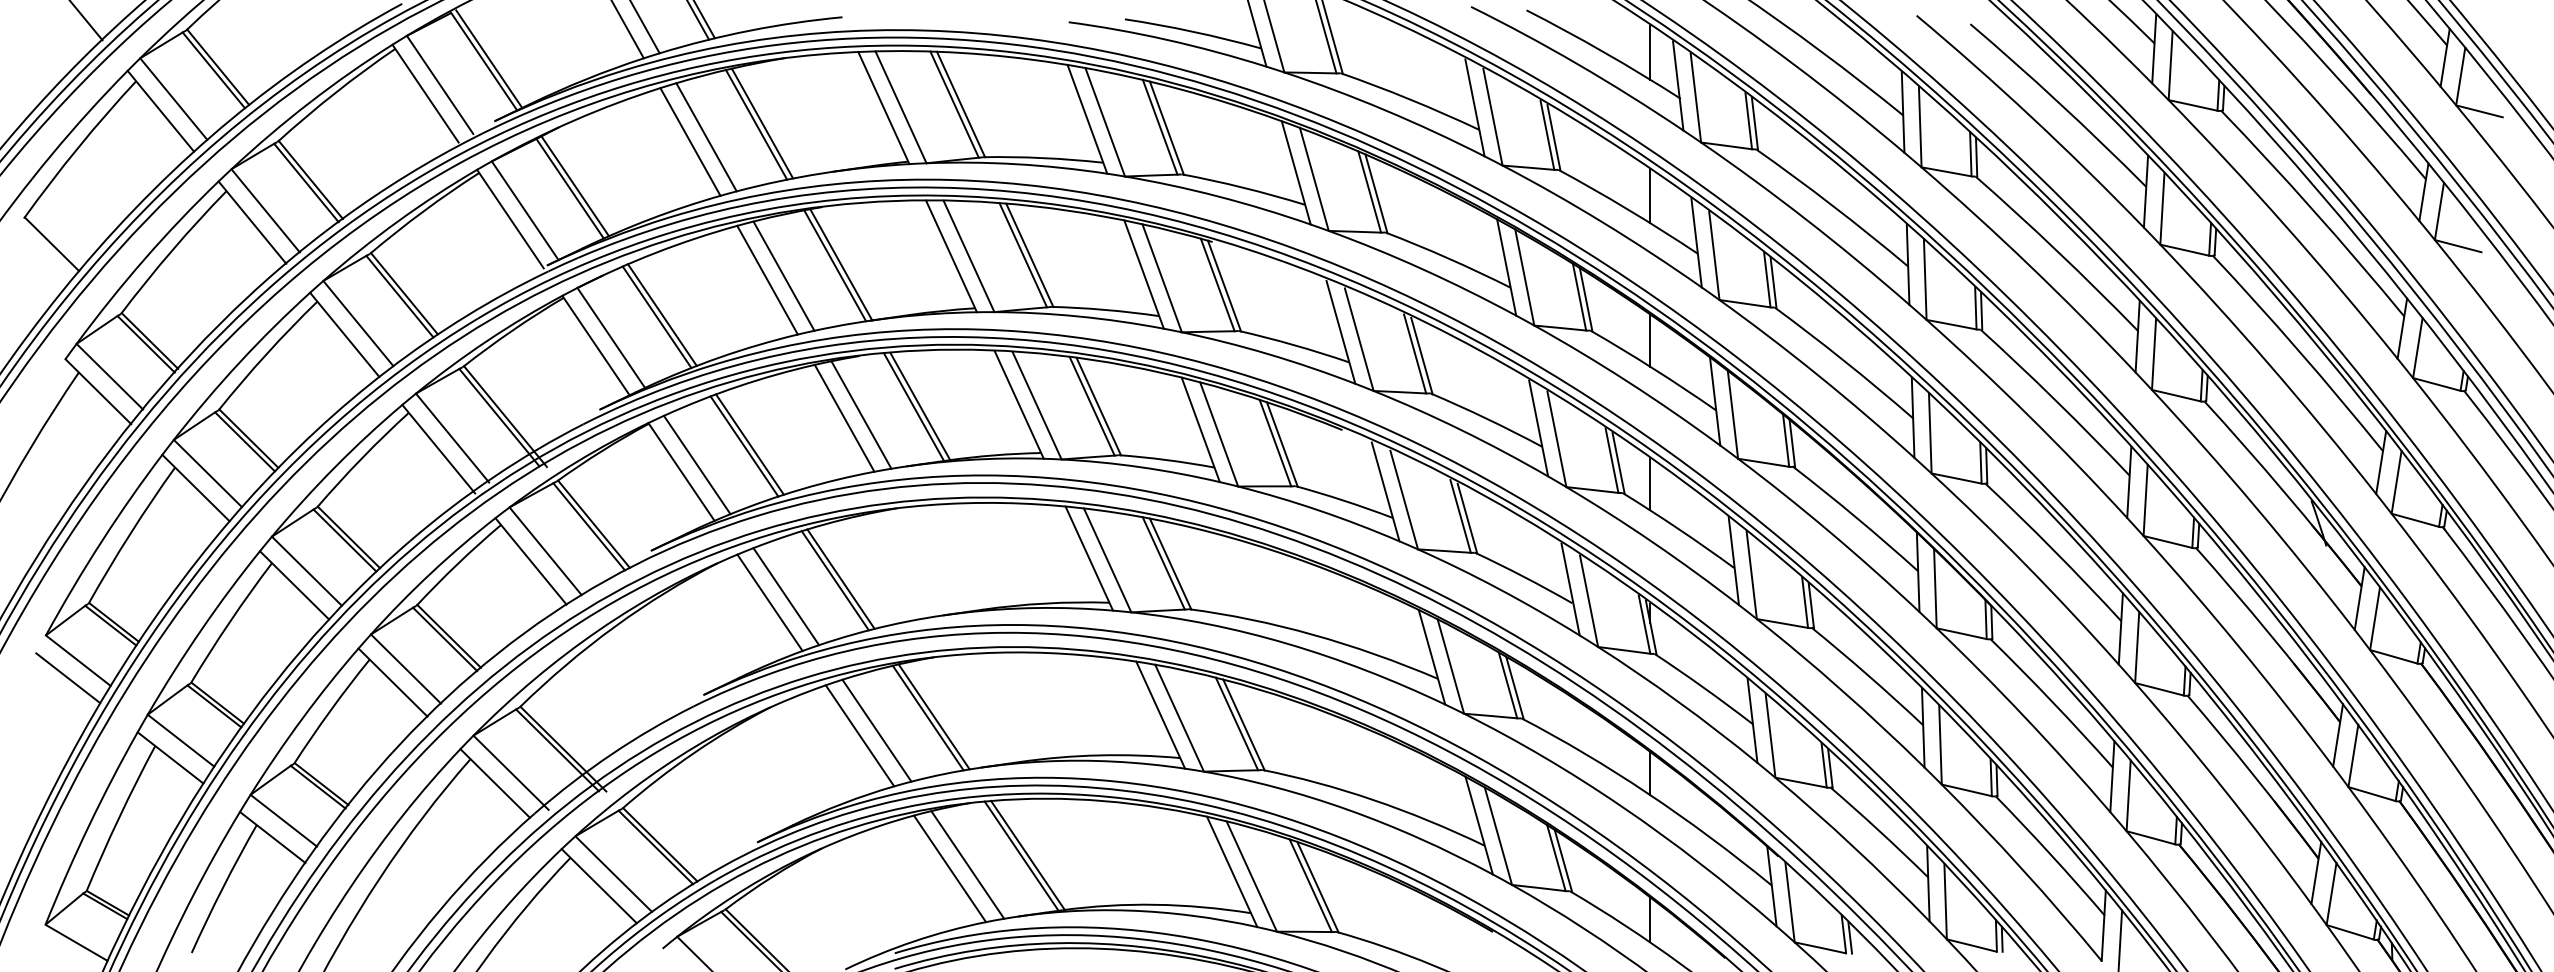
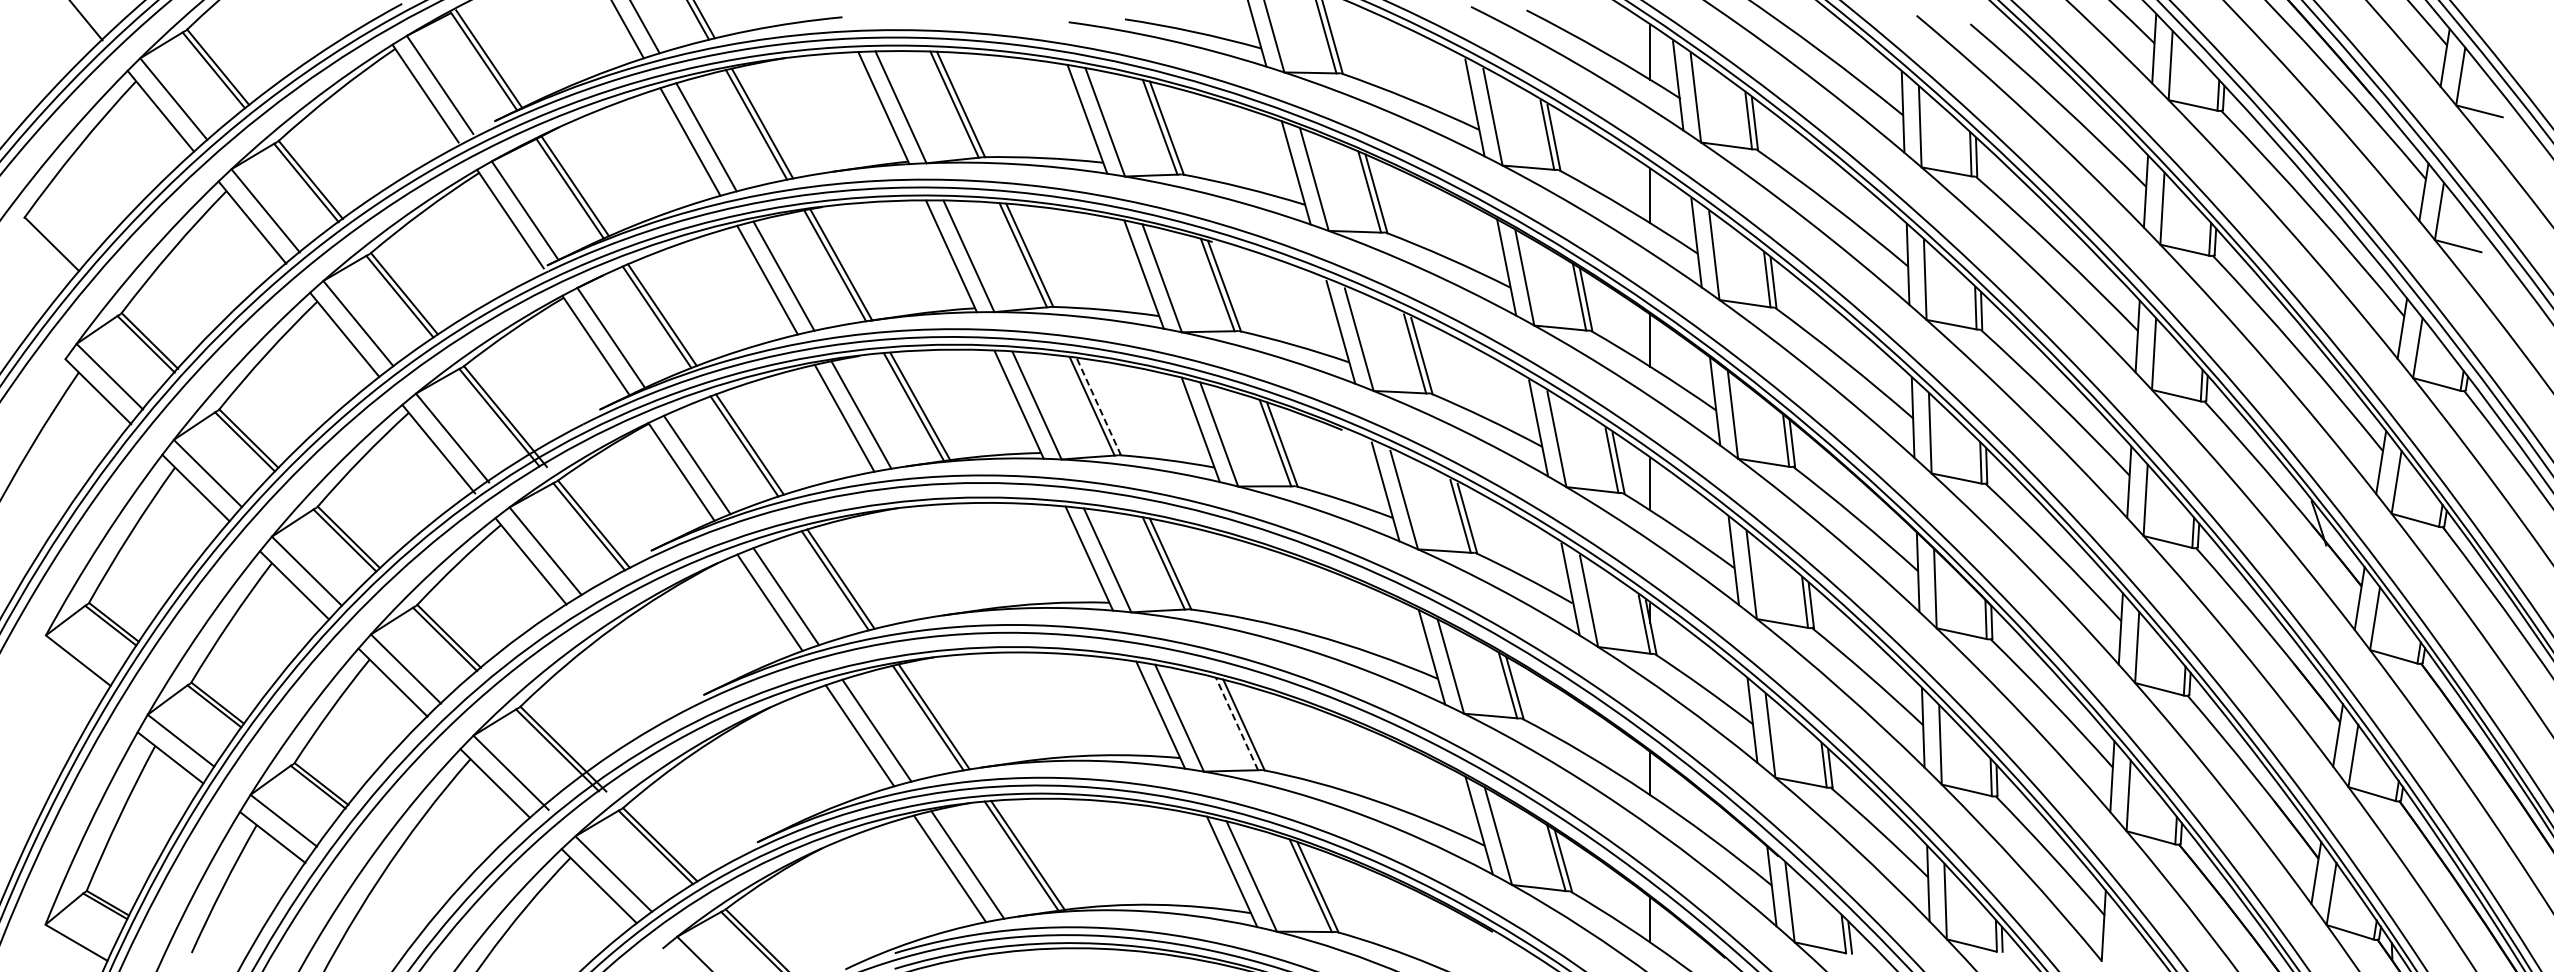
line at (1098, 406): solid -> dashed
line at (68, 678): present -> none
line at (1237, 723): solid -> dashed
line at (2120, 939): present -> none
